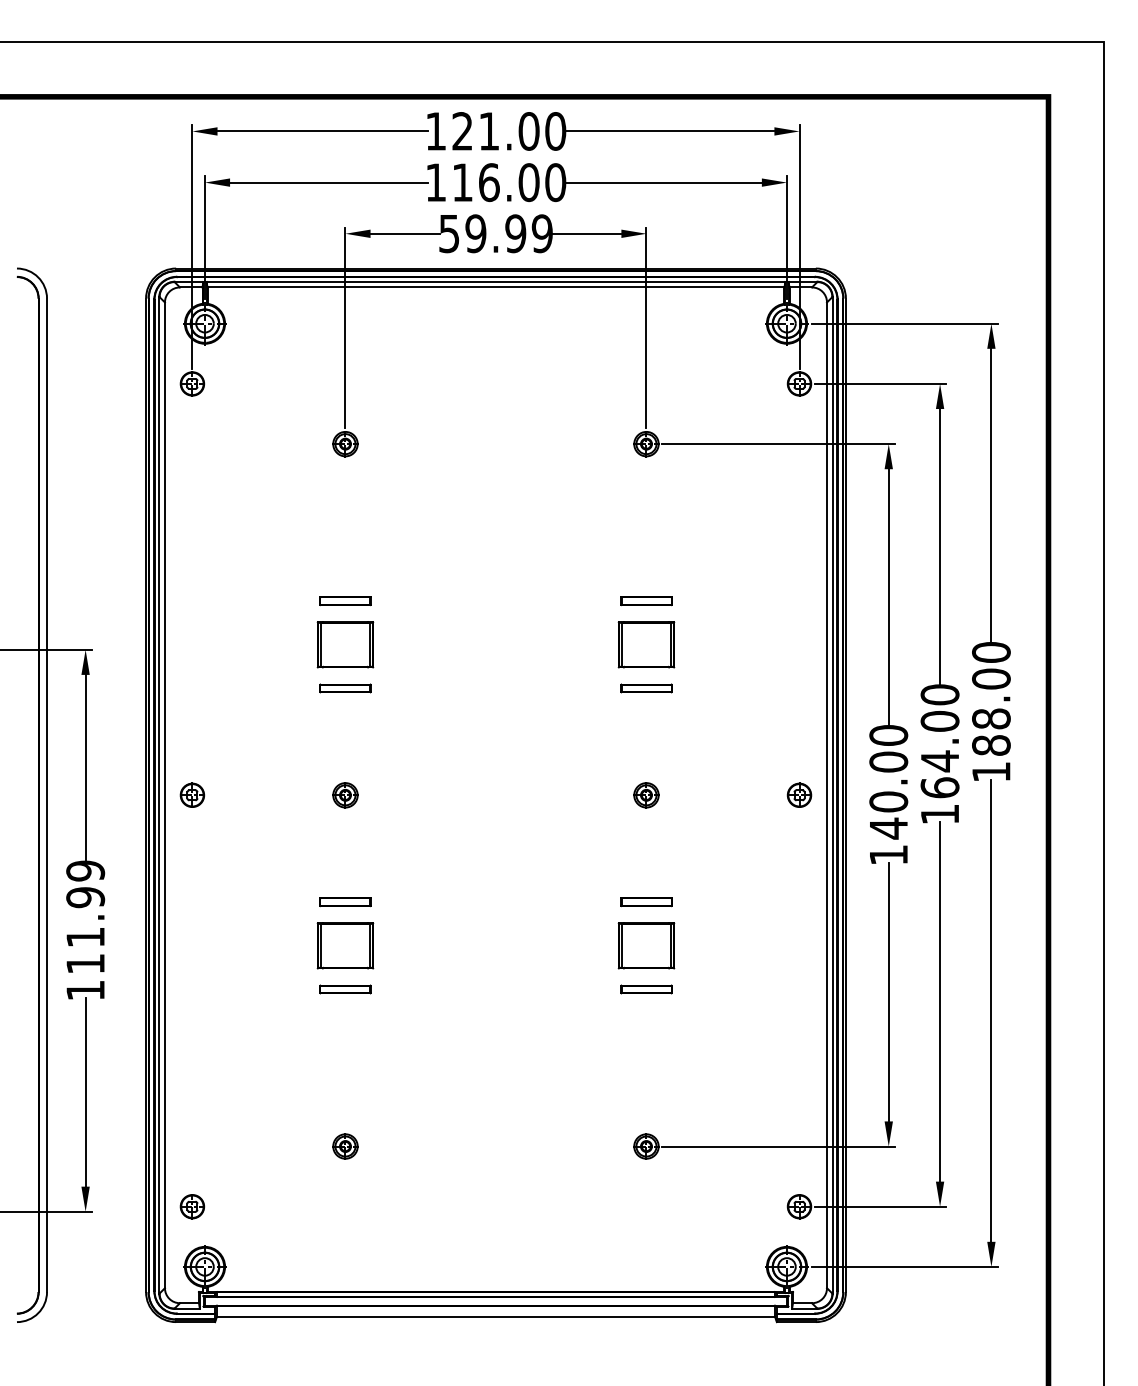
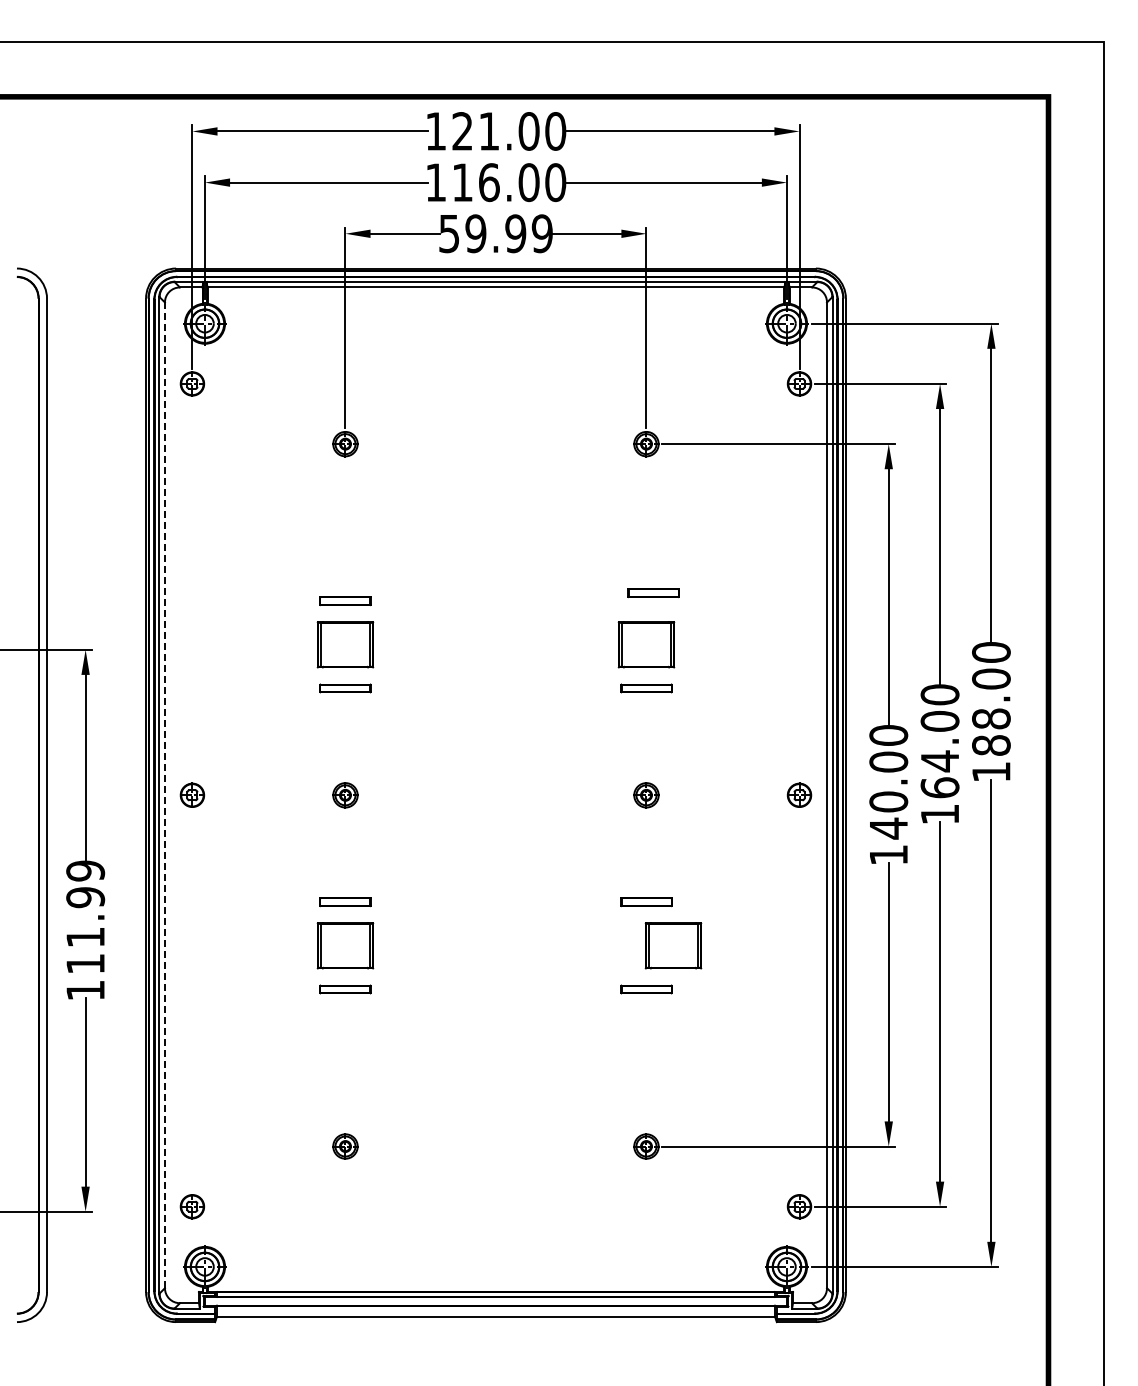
part at (646, 601) position: (646, 601) -> (653, 593)
line at (164, 795): solid -> dashed
part at (646, 945) position: (646, 945) -> (673, 945)
